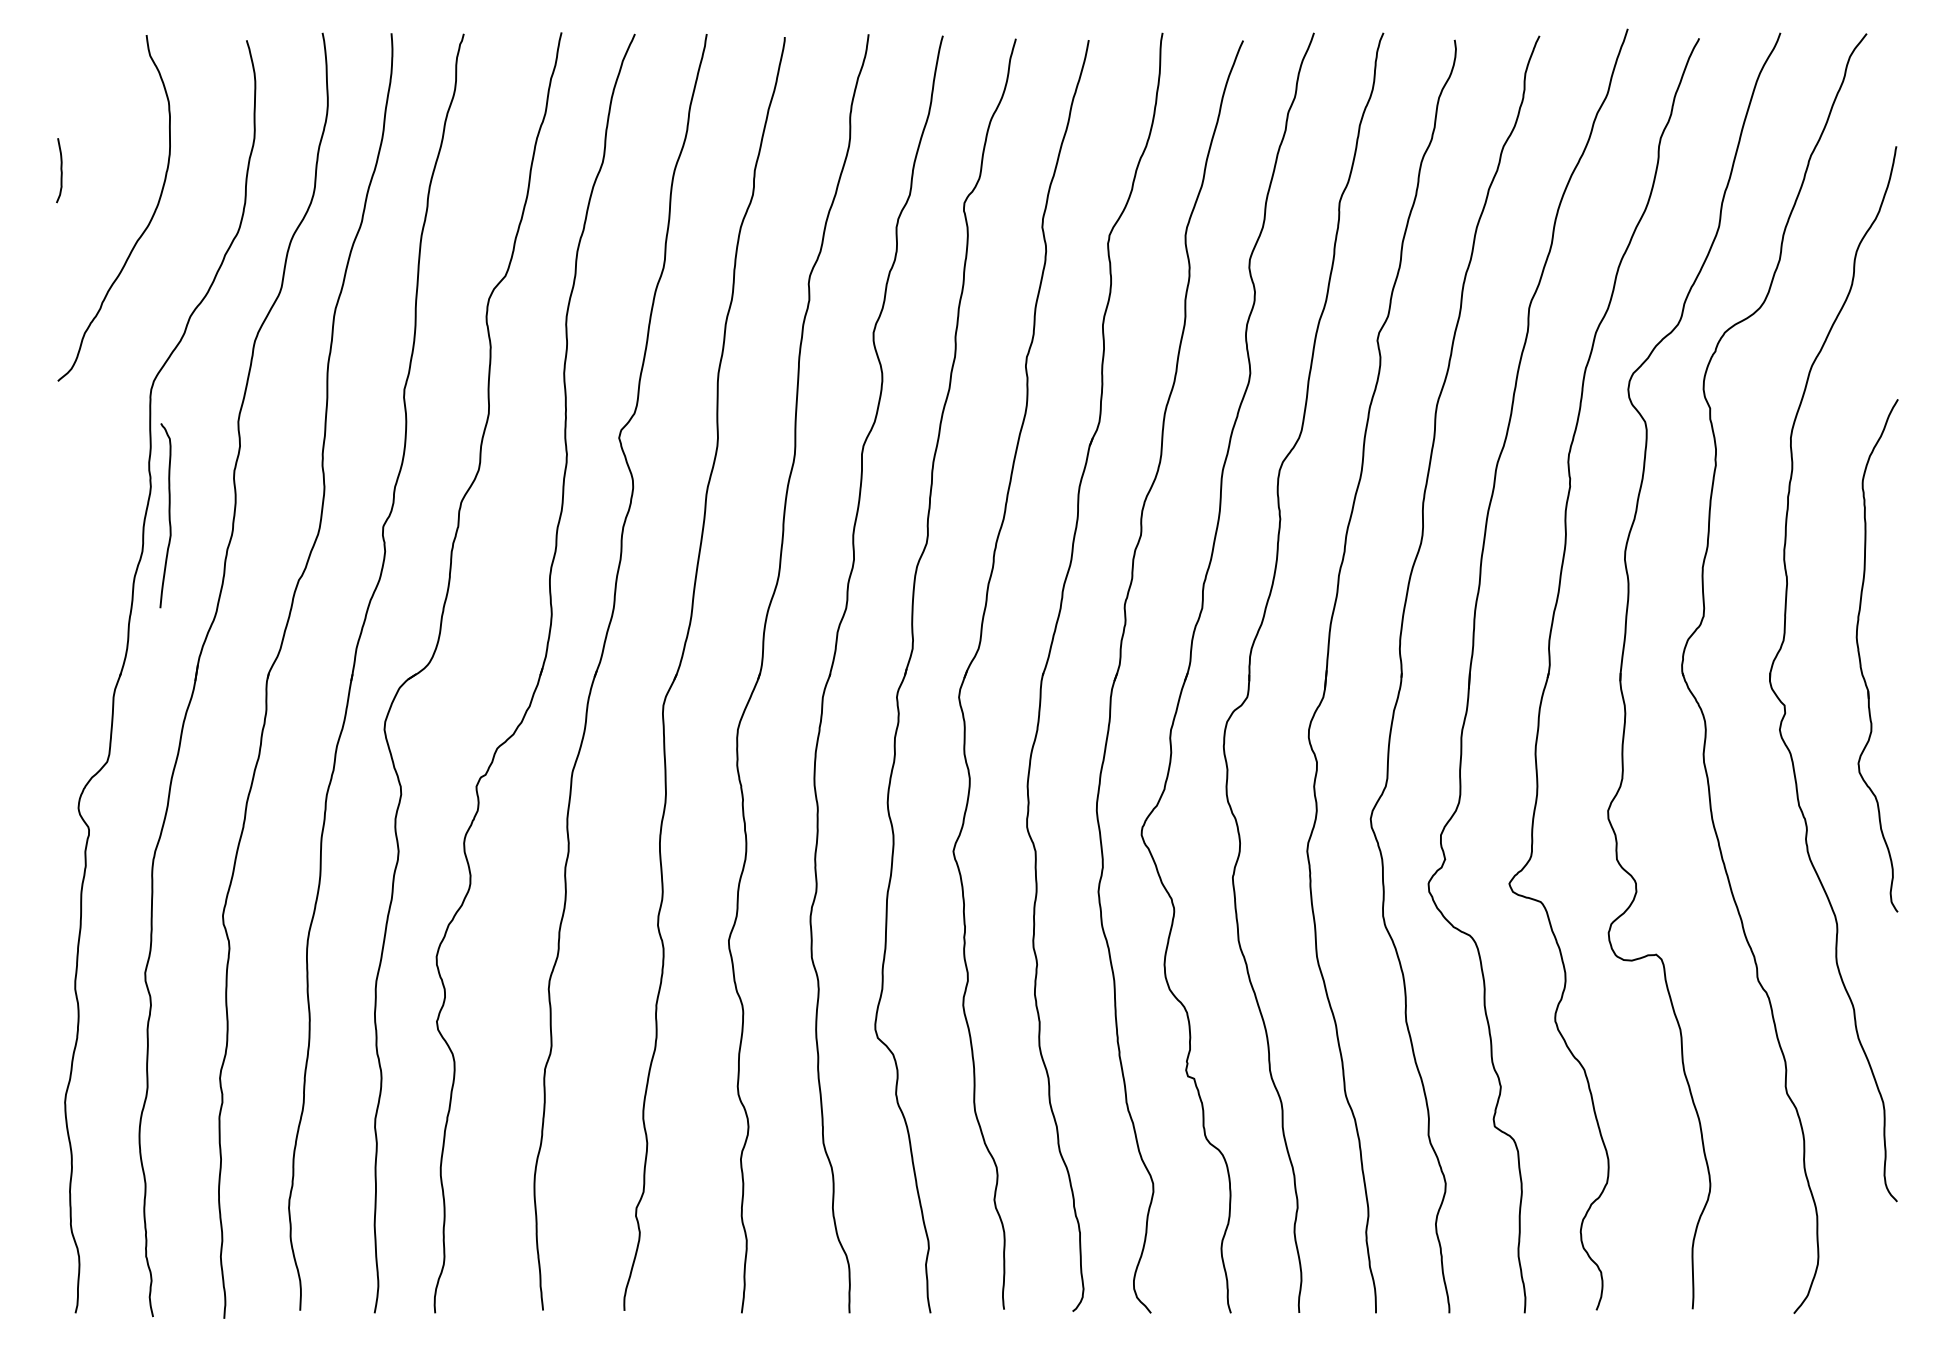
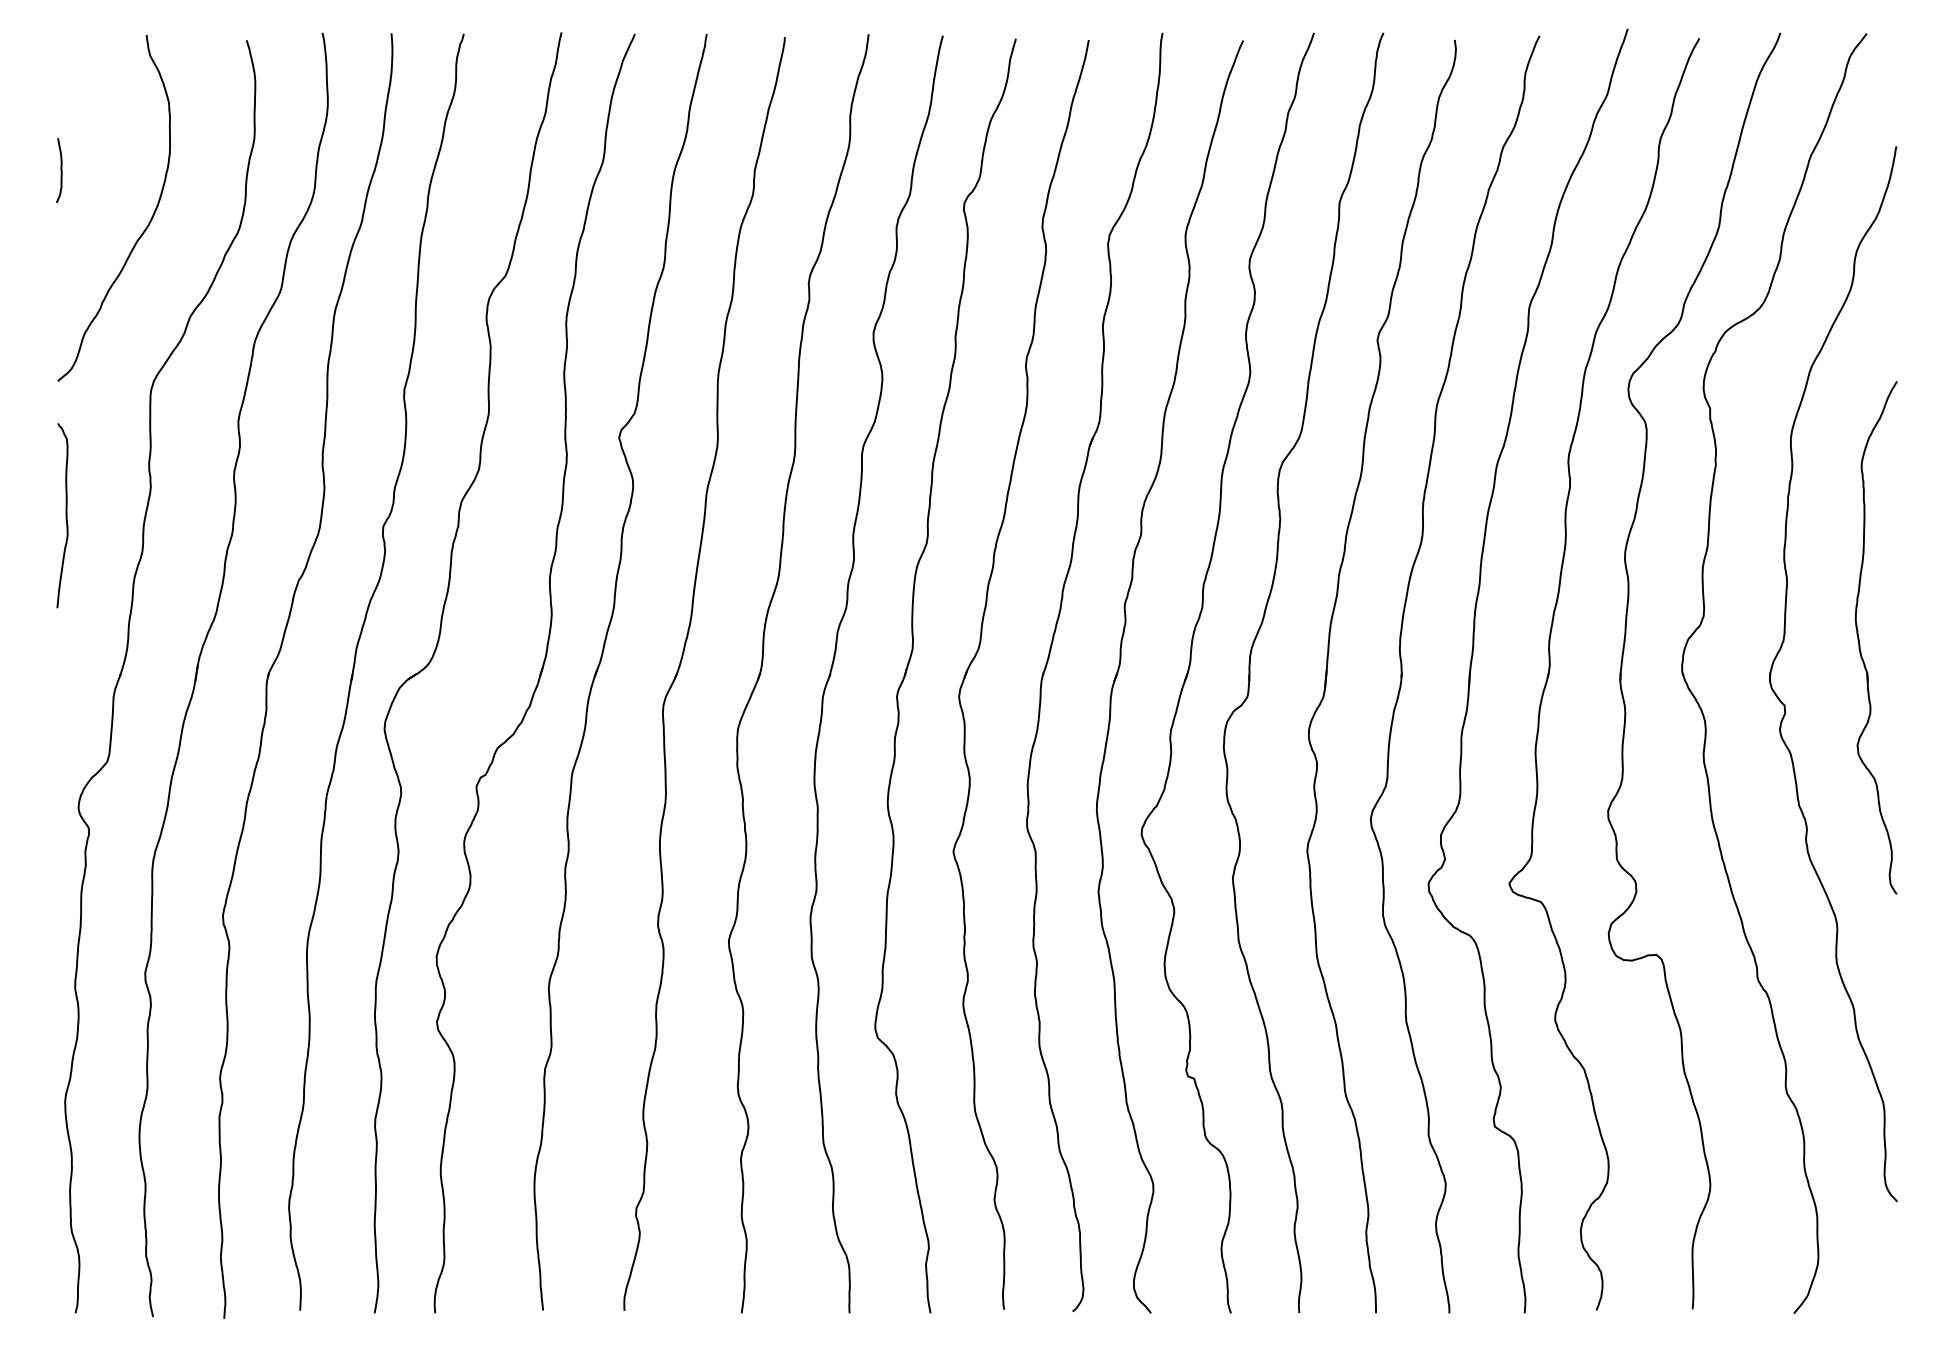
curve at (168, 515) position: (168, 515) -> (65, 515)
part at (1860, 655) position: (1860, 655) -> (1859, 637)
